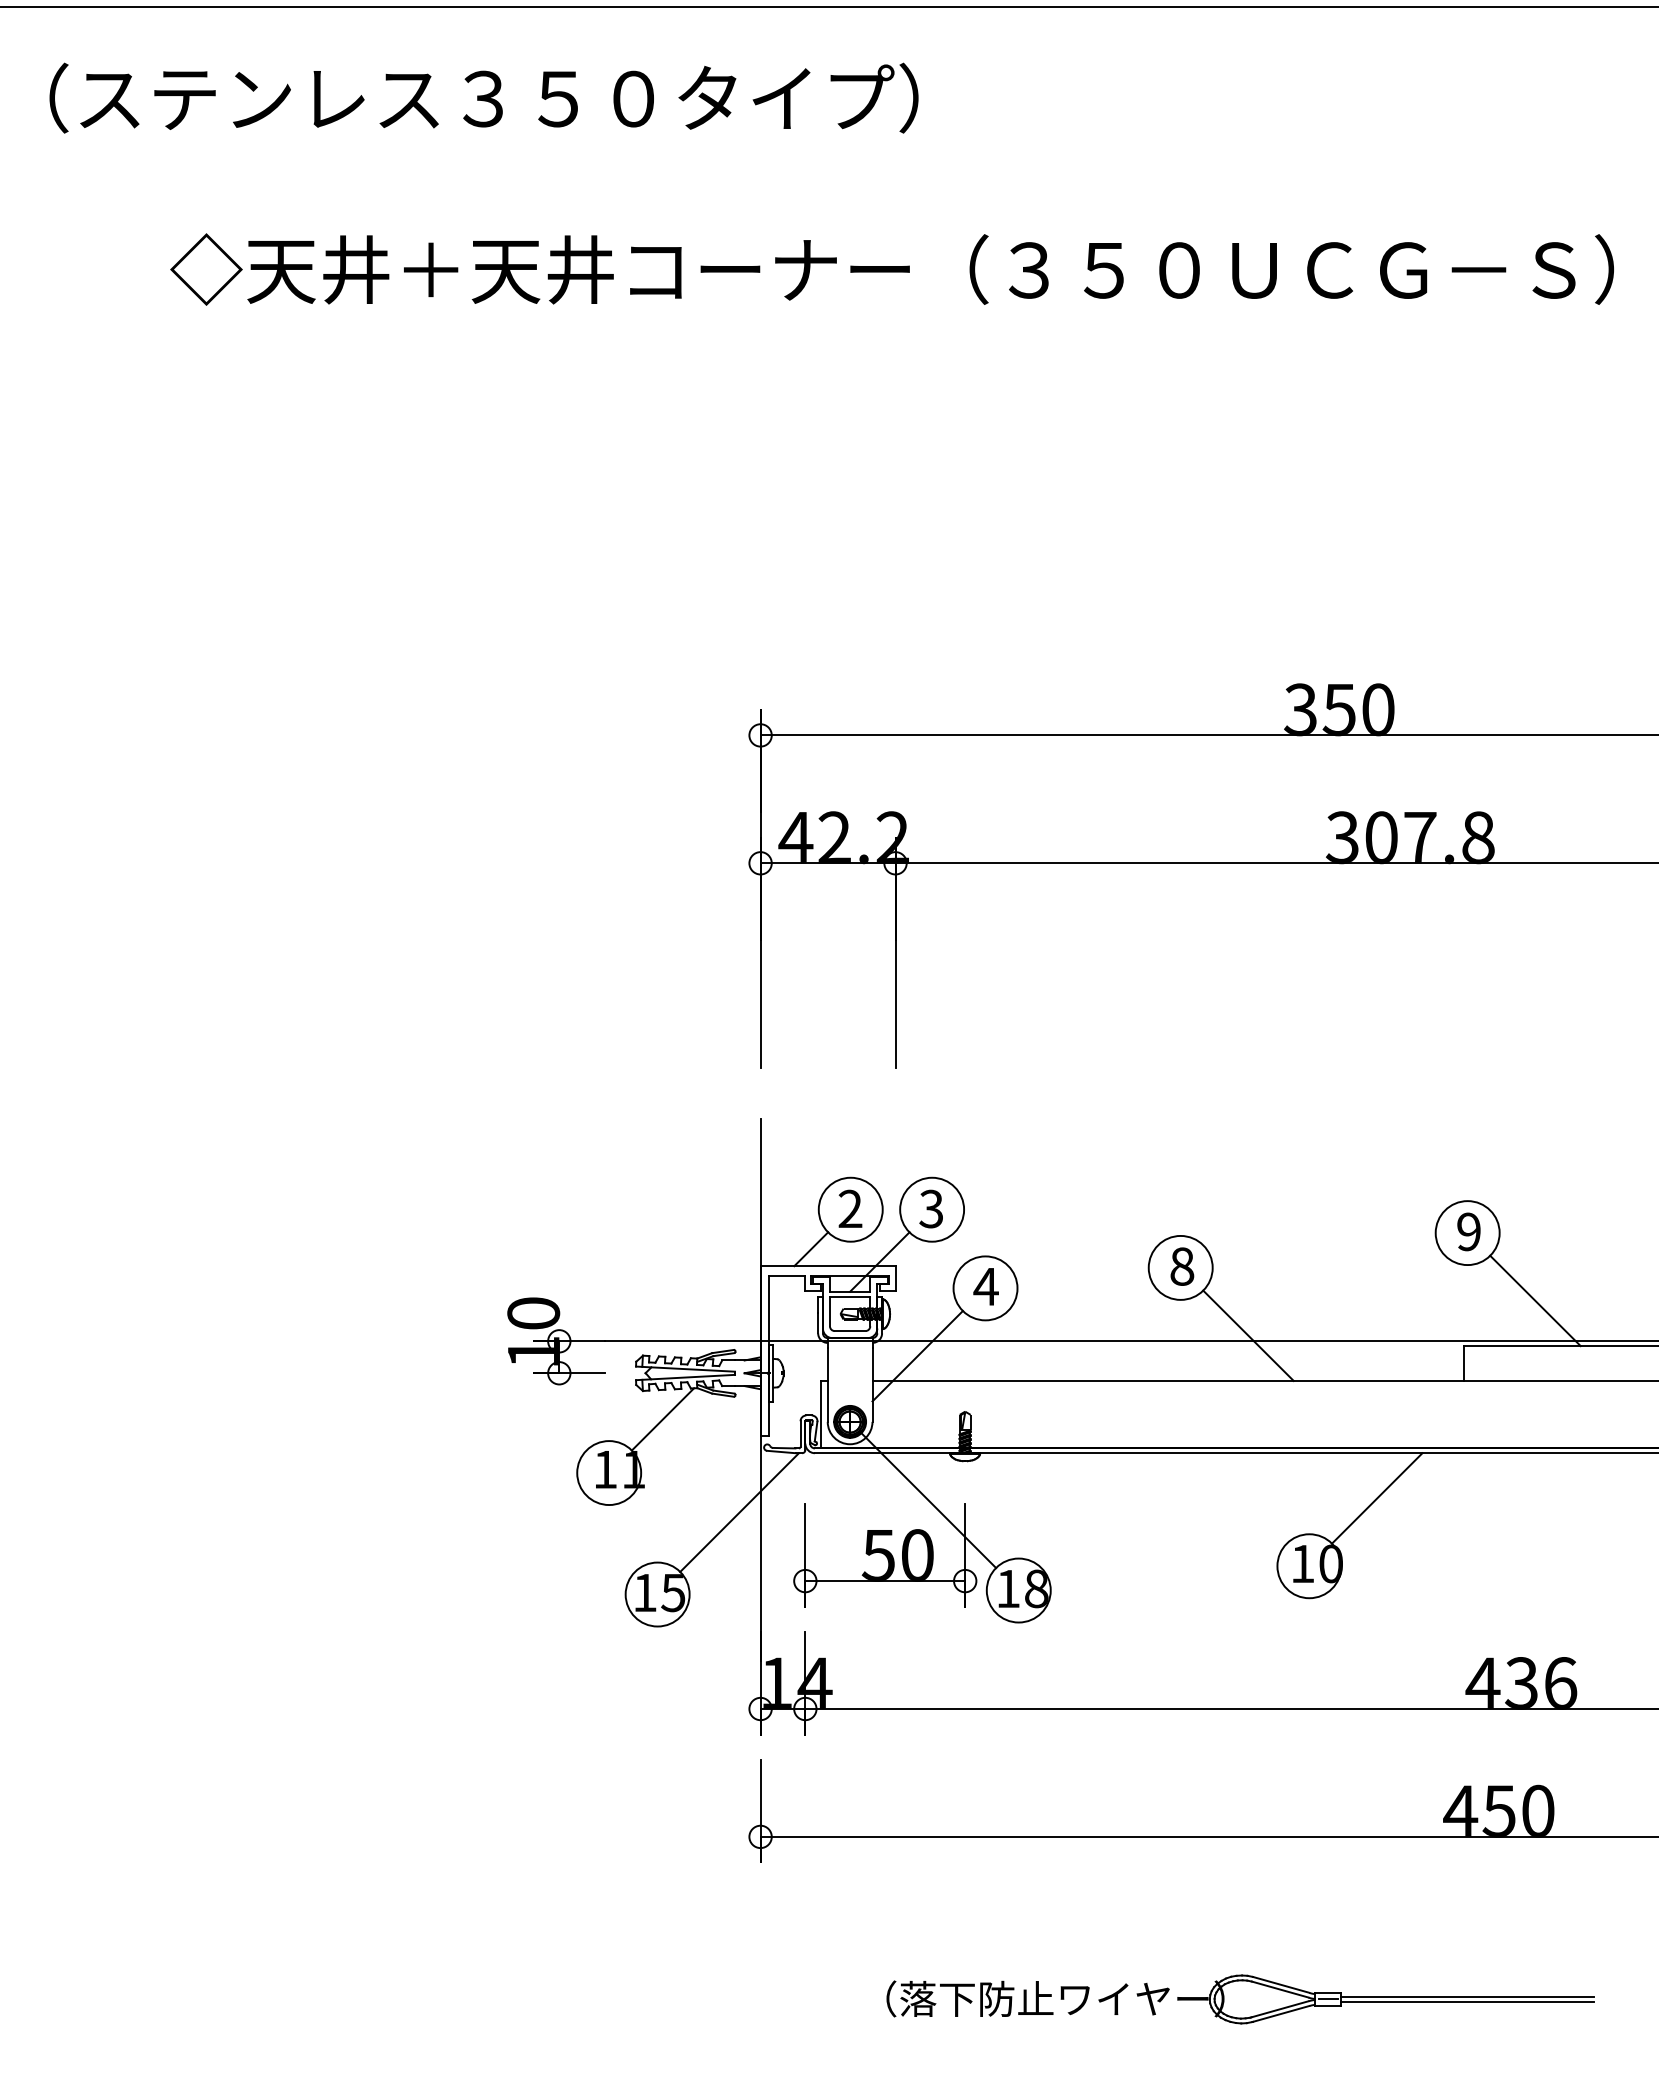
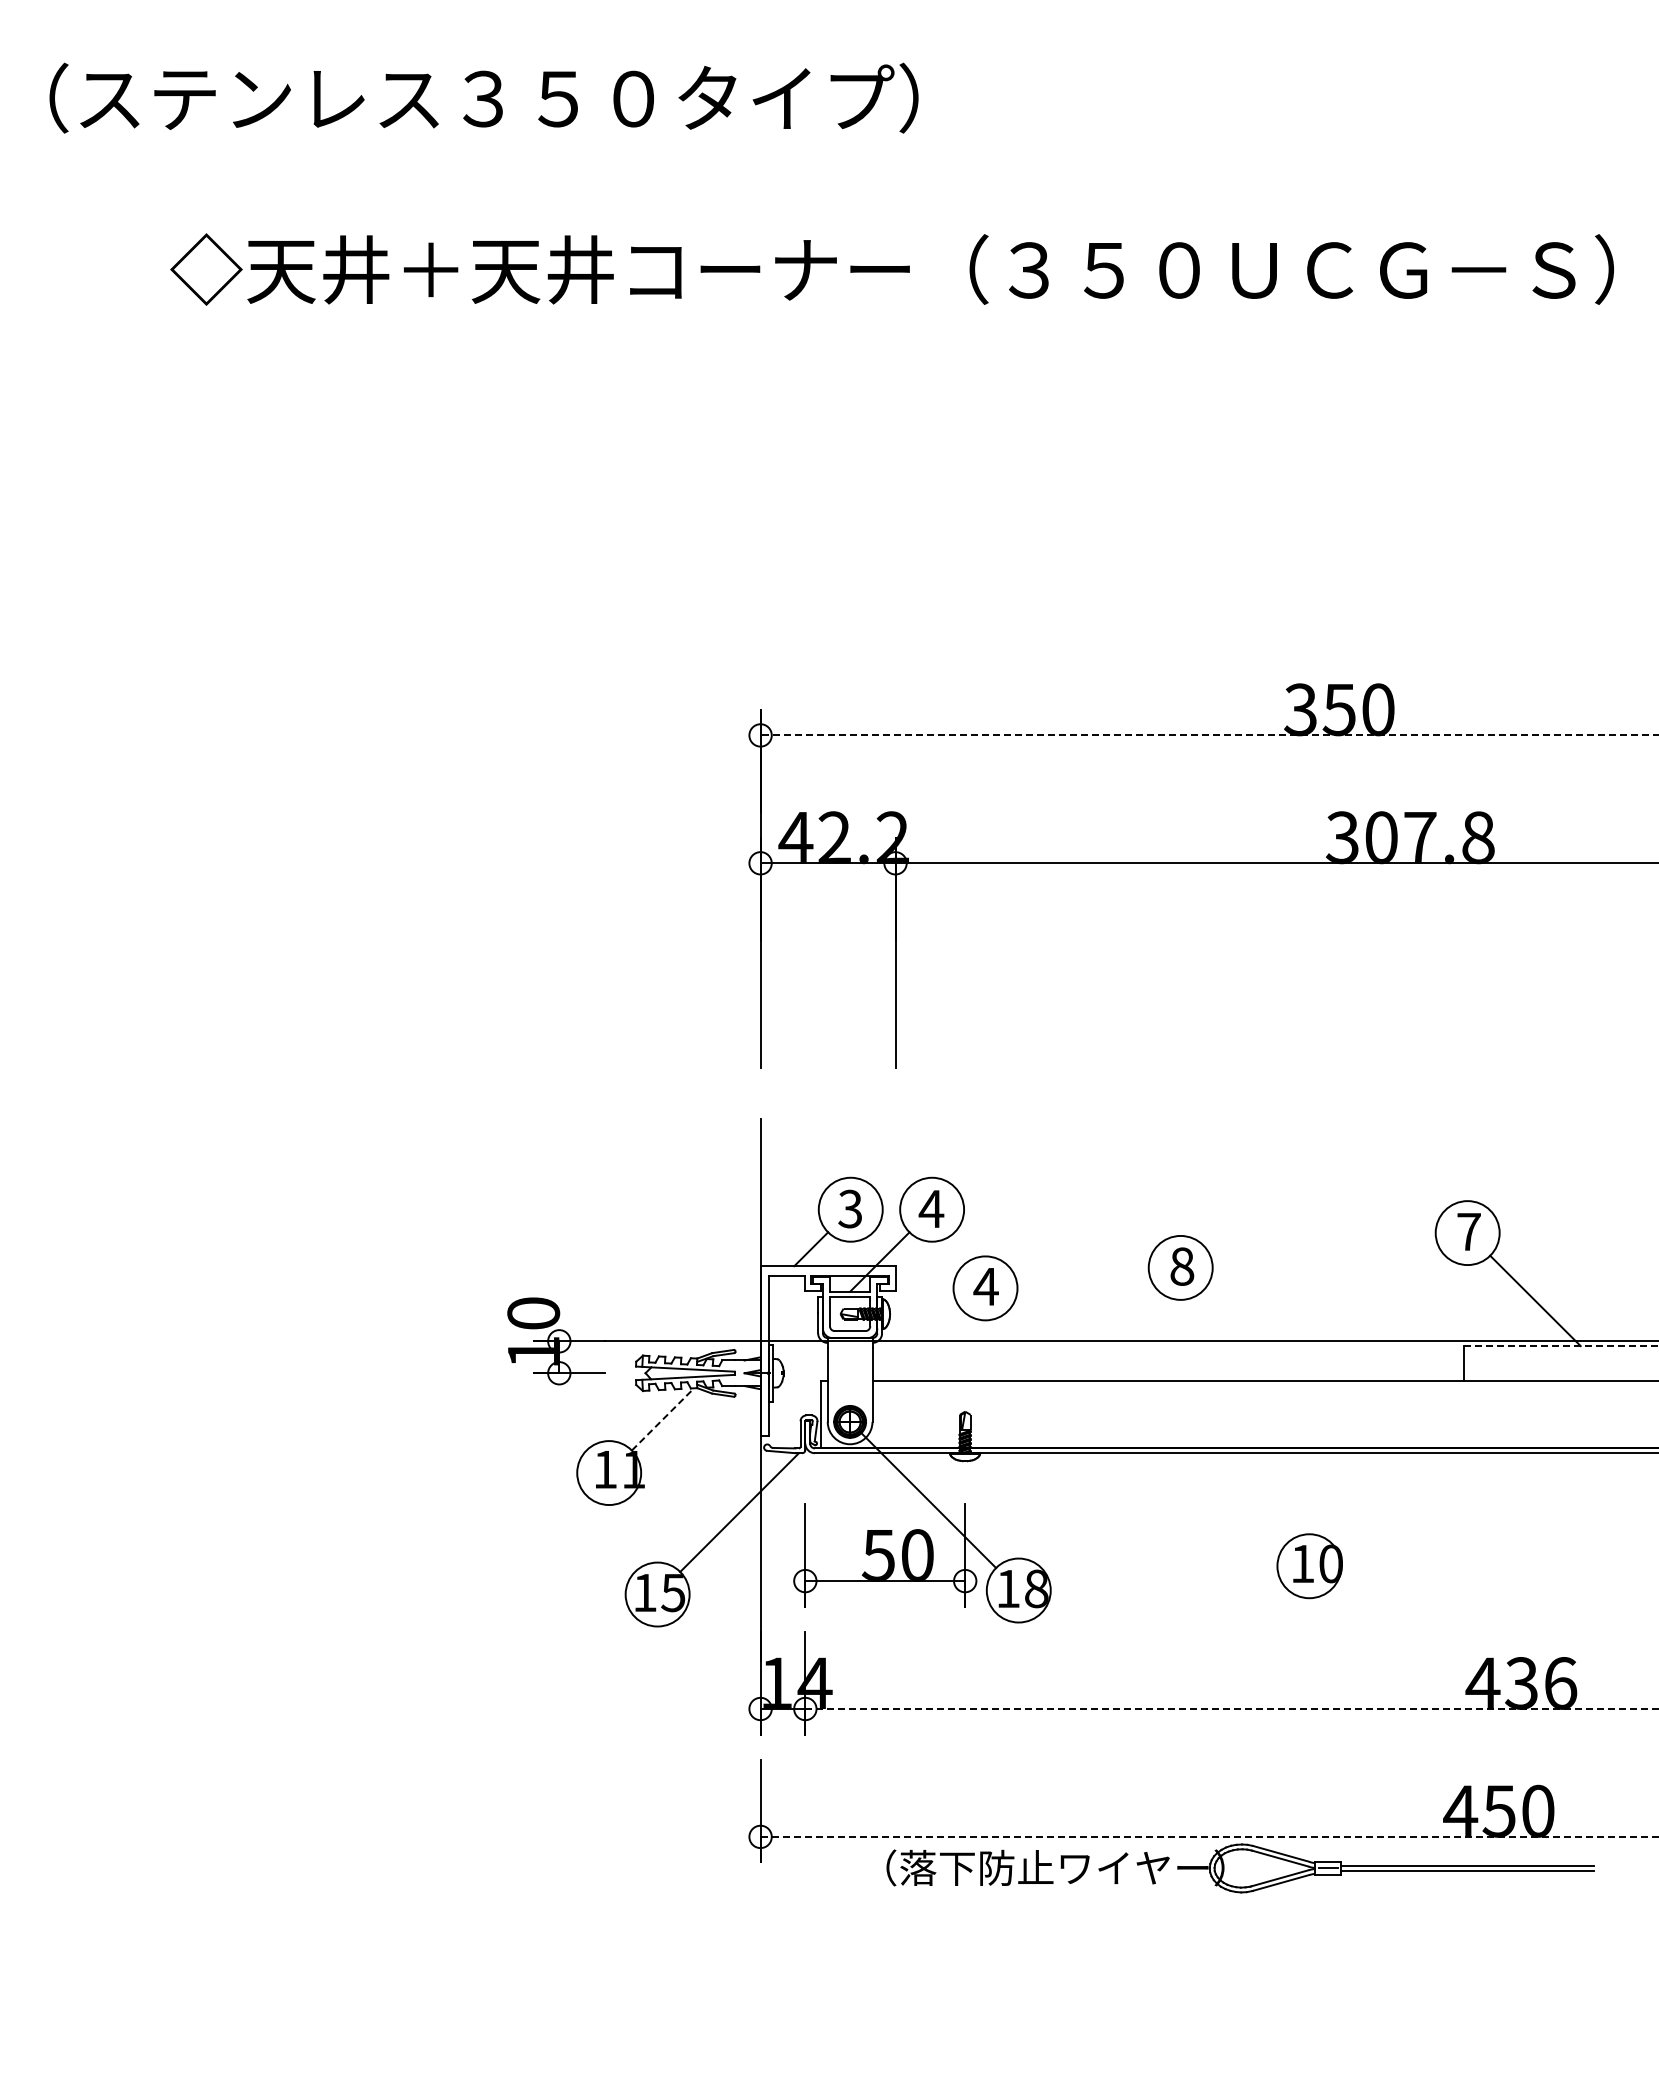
line at (828, 6): present -> none
line at (1209, 735): solid -> dashed
text at (931, 1208): 3 -> 4
text at (850, 1209): 2 -> 3
text at (1468, 1231): 9 -> 7
line at (1248, 1335): present -> none
line at (1561, 1346): solid -> dashed
line at (917, 1356): present -> none
line at (663, 1419): solid -> dashed
line at (1376, 1498): present -> none
line at (1232, 1709): solid -> dashed
line at (1209, 1836): solid -> dashed
part at (1240, 1999) position: (1240, 1999) -> (1240, 1868)
